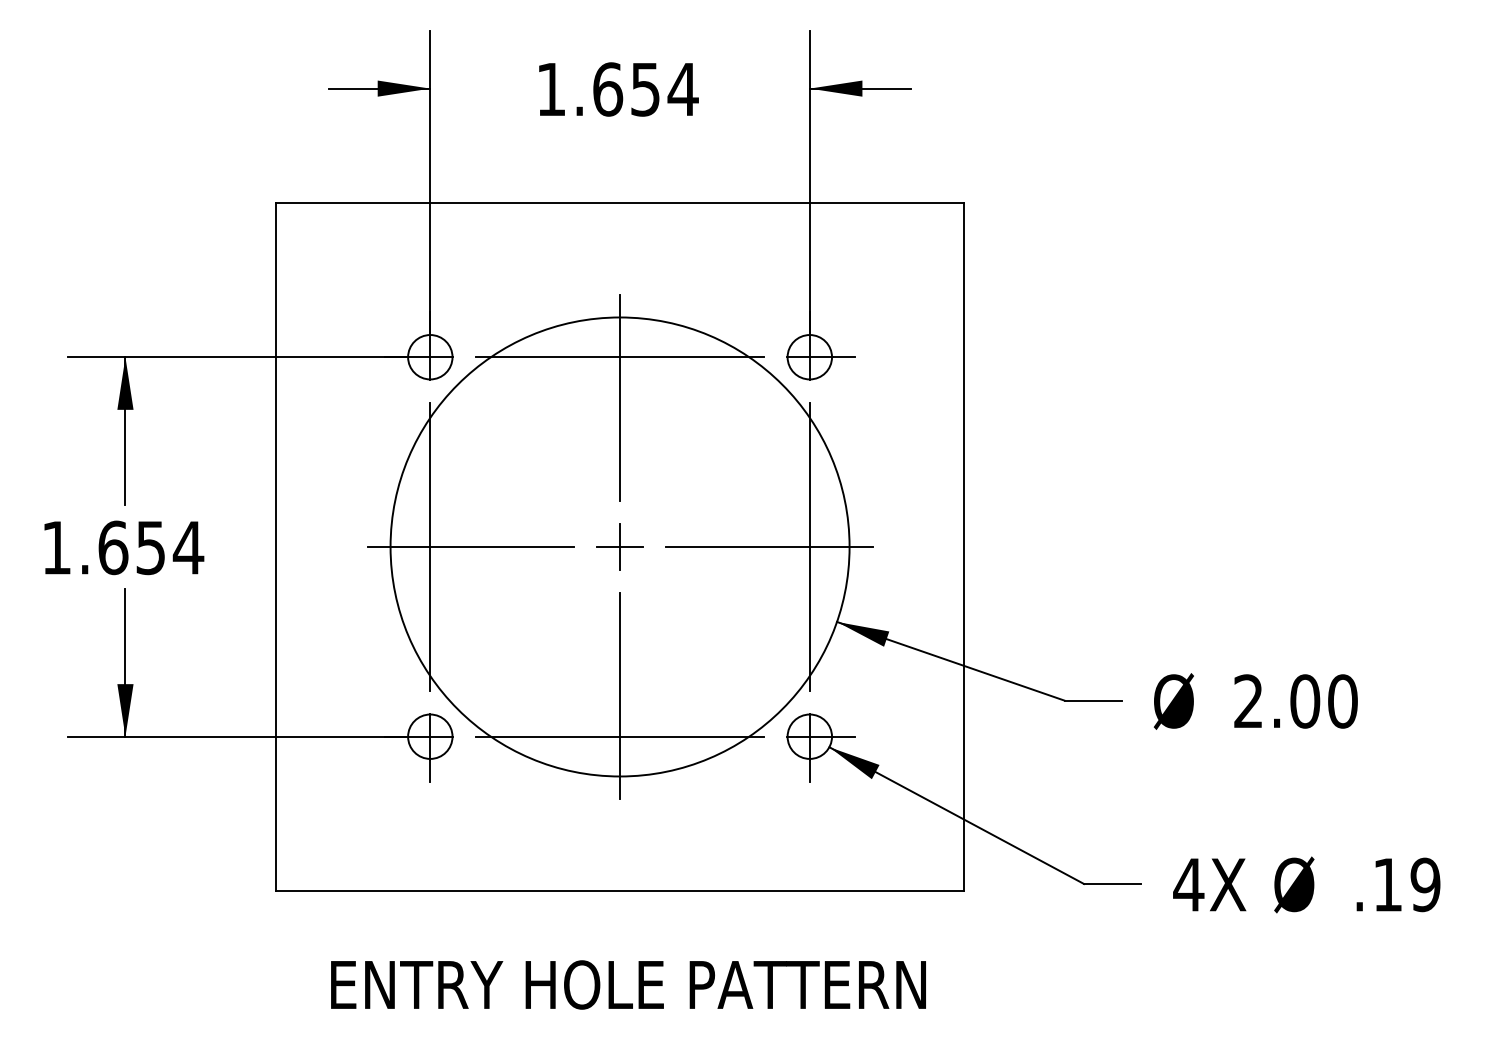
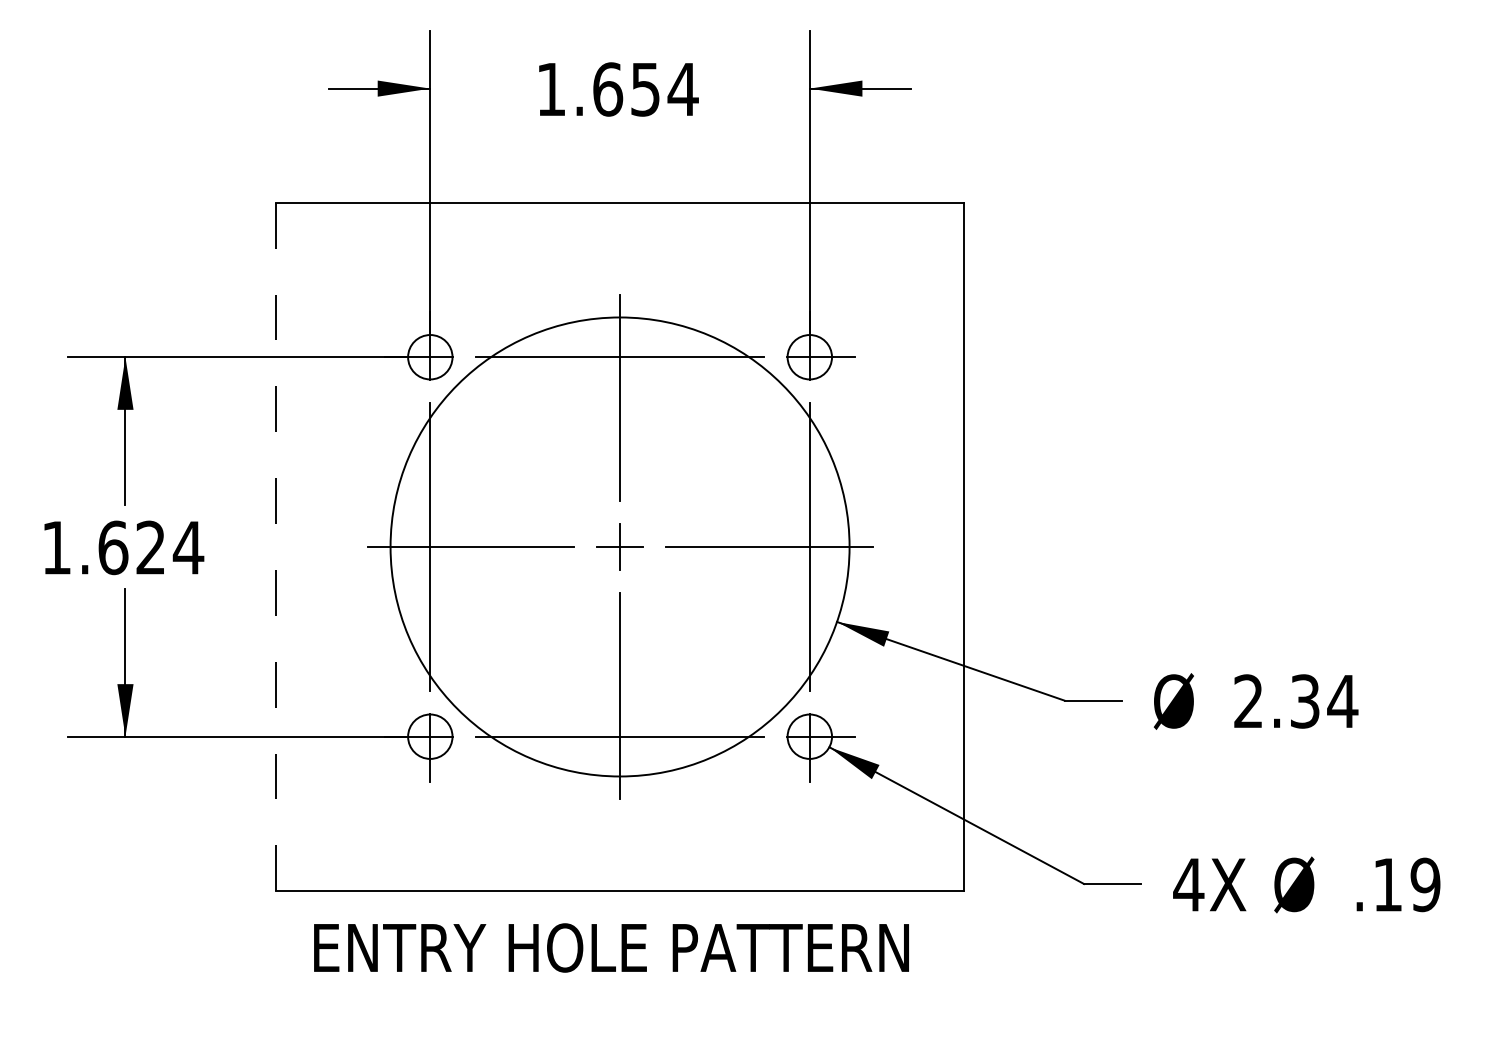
text at (150, 547): 1.654 -> 1.624
line at (275, 547): solid -> dashed
text at (1324, 701): 2.00 -> 2.34
text at (628, 984) position: (628, 984) -> (611, 947)
